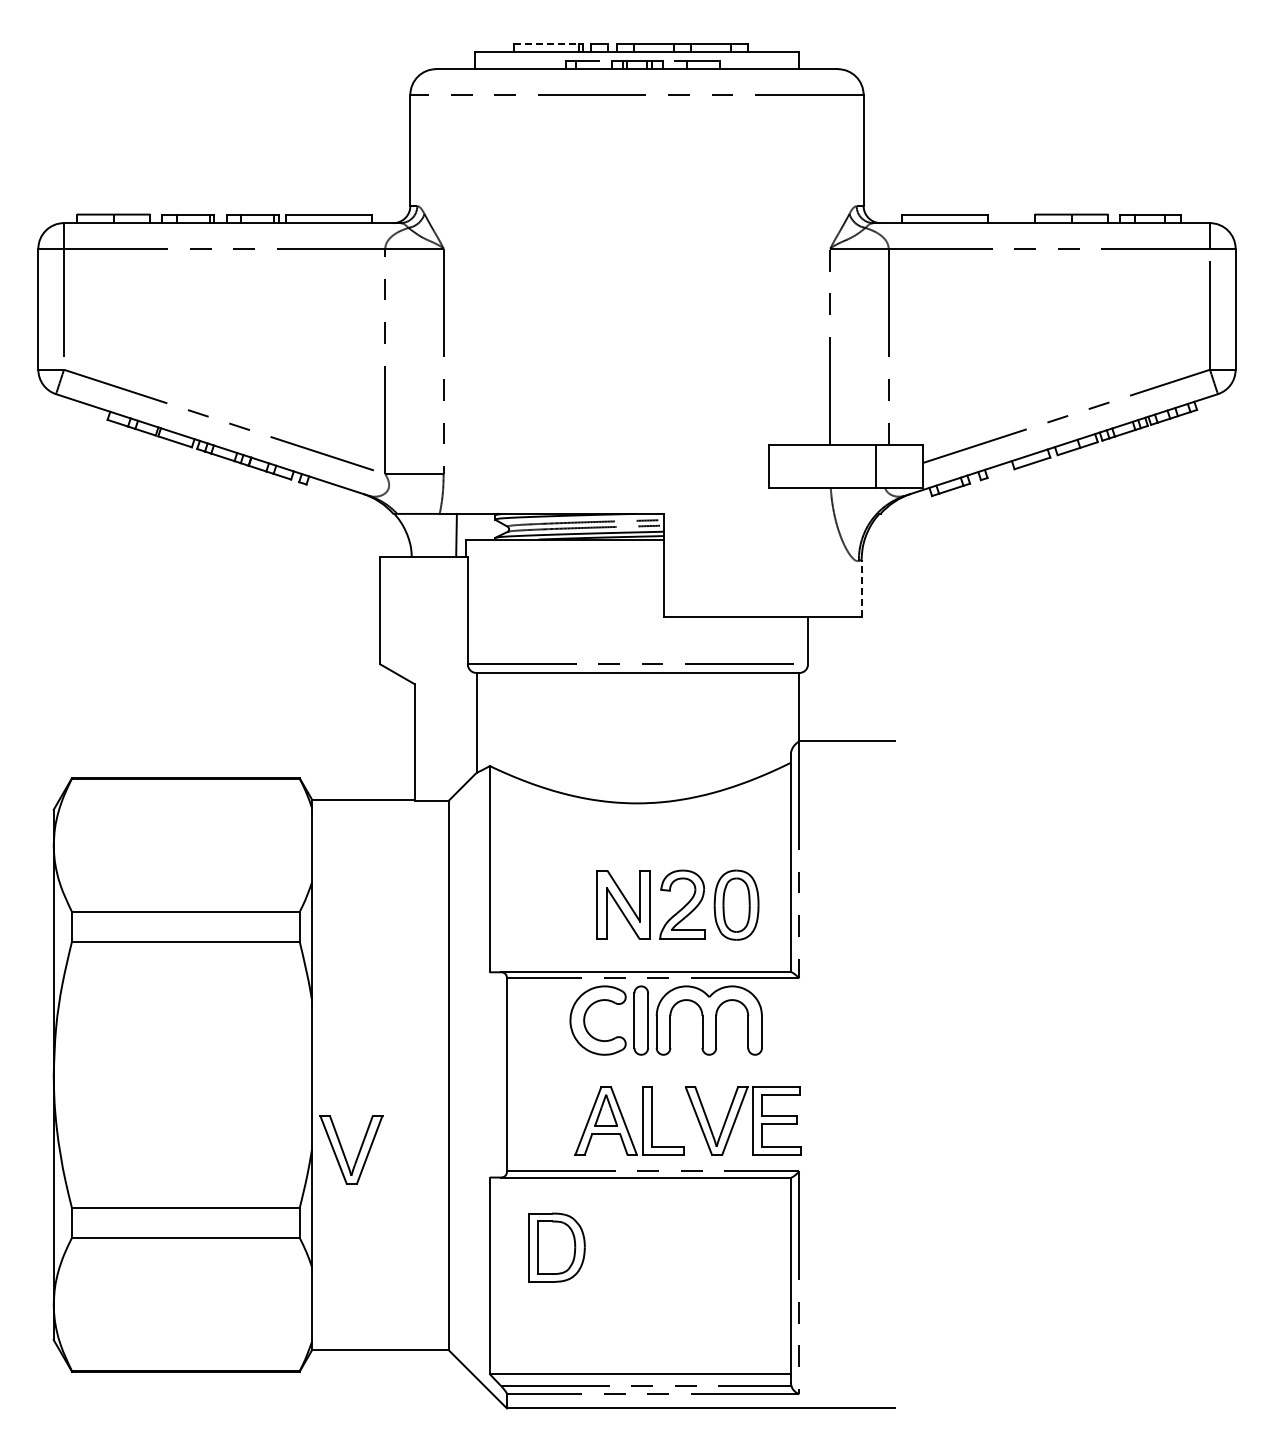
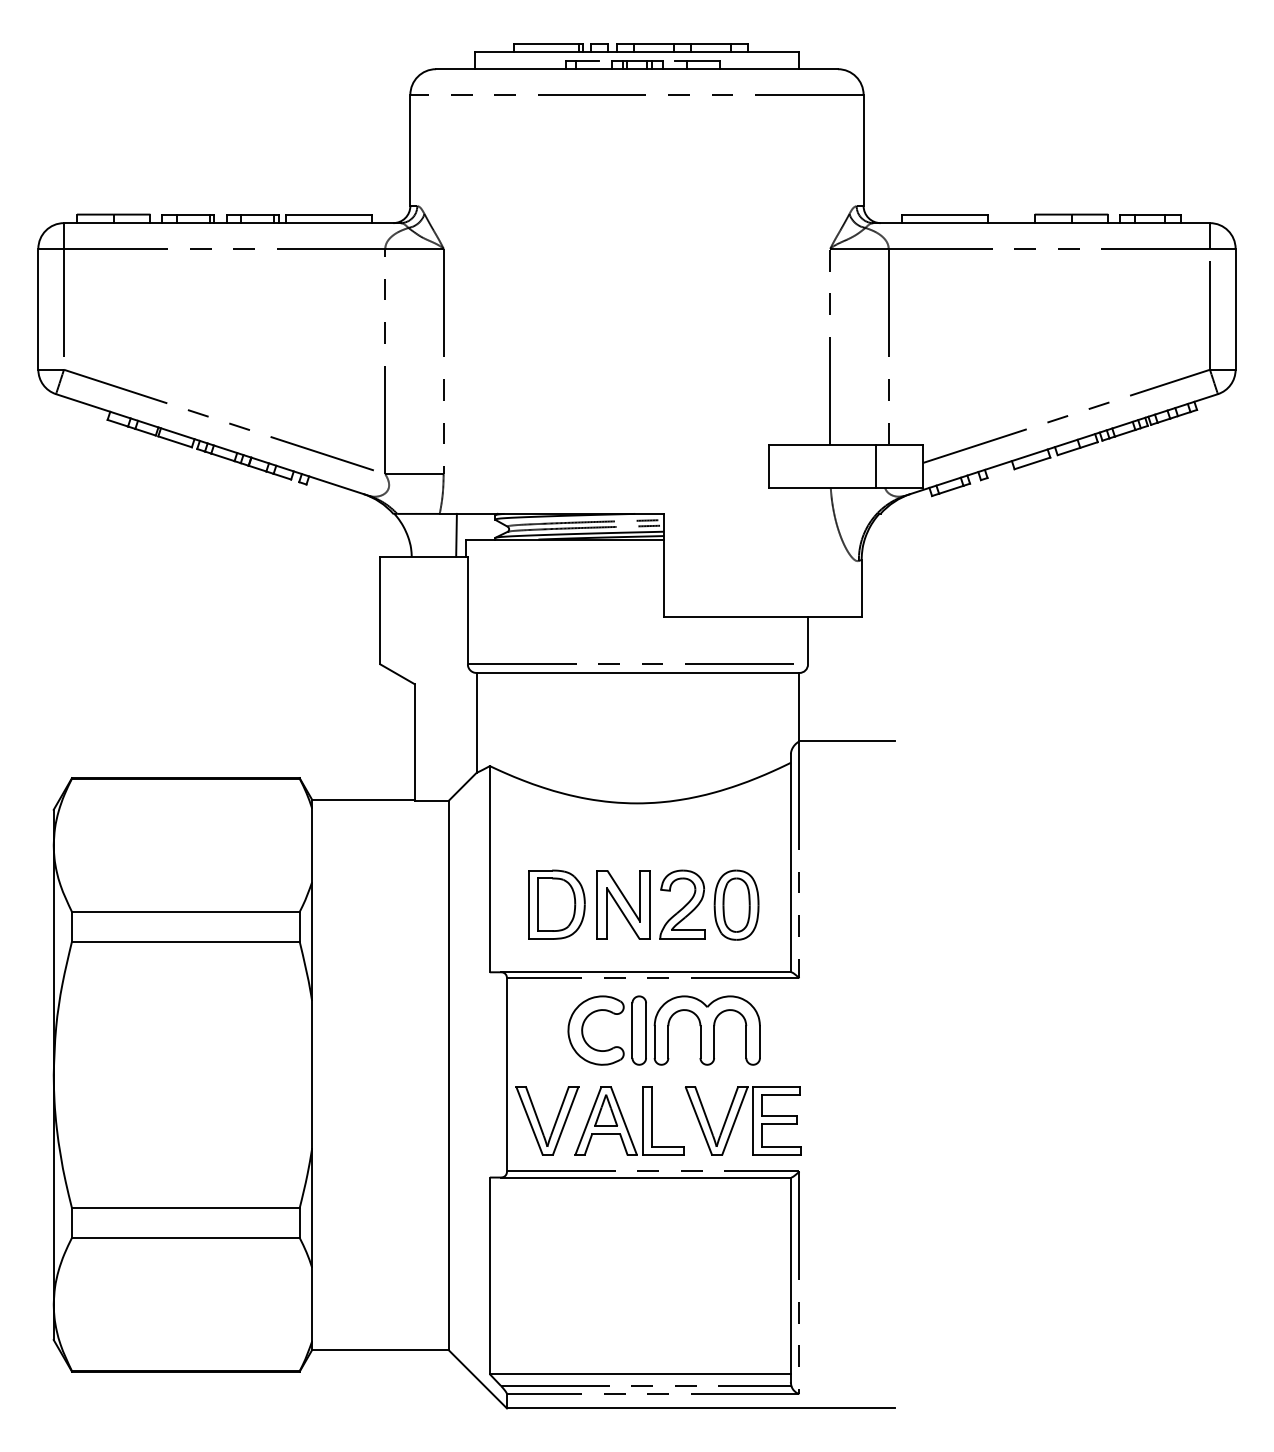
line at (546, 43): dashed -> solid
line at (861, 587): dashed -> solid
part at (665, 1020) position: (665, 1020) -> (663, 1030)
part at (358, 1151) position: (358, 1151) -> (554, 1122)
part at (556, 1247) position: (556, 1247) -> (556, 904)
